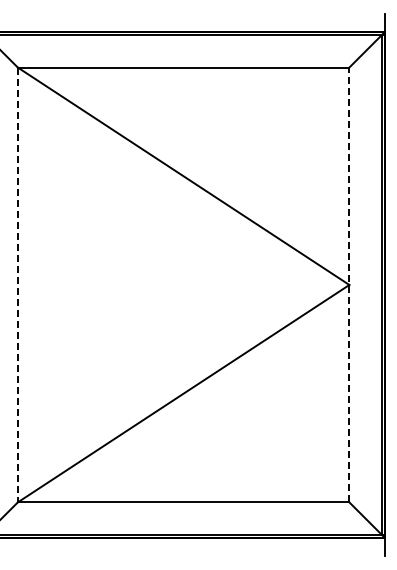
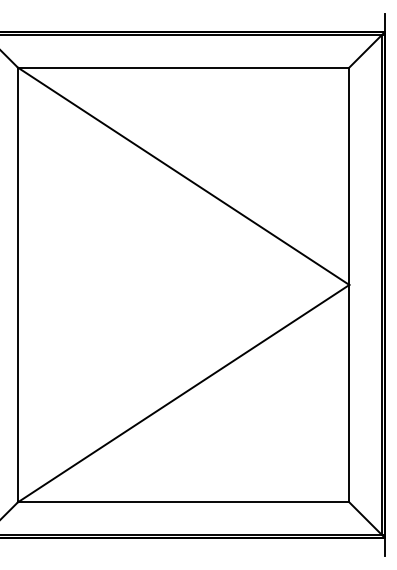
line at (349, 284): dashed -> solid
line at (17, 285): dashed -> solid
